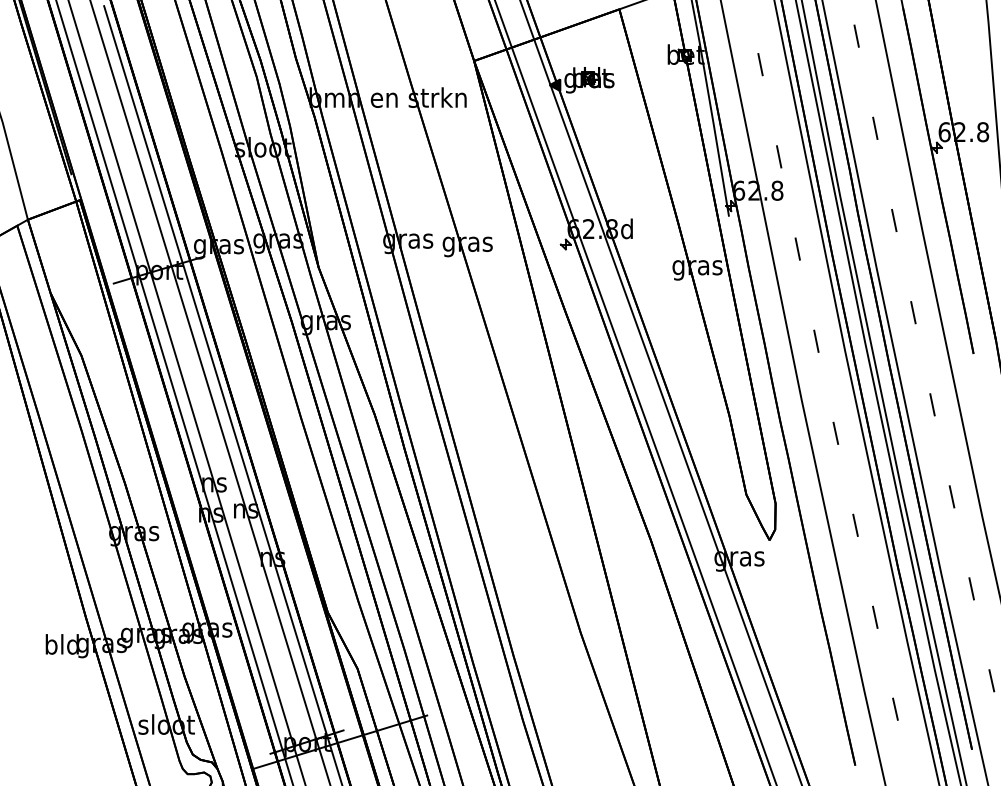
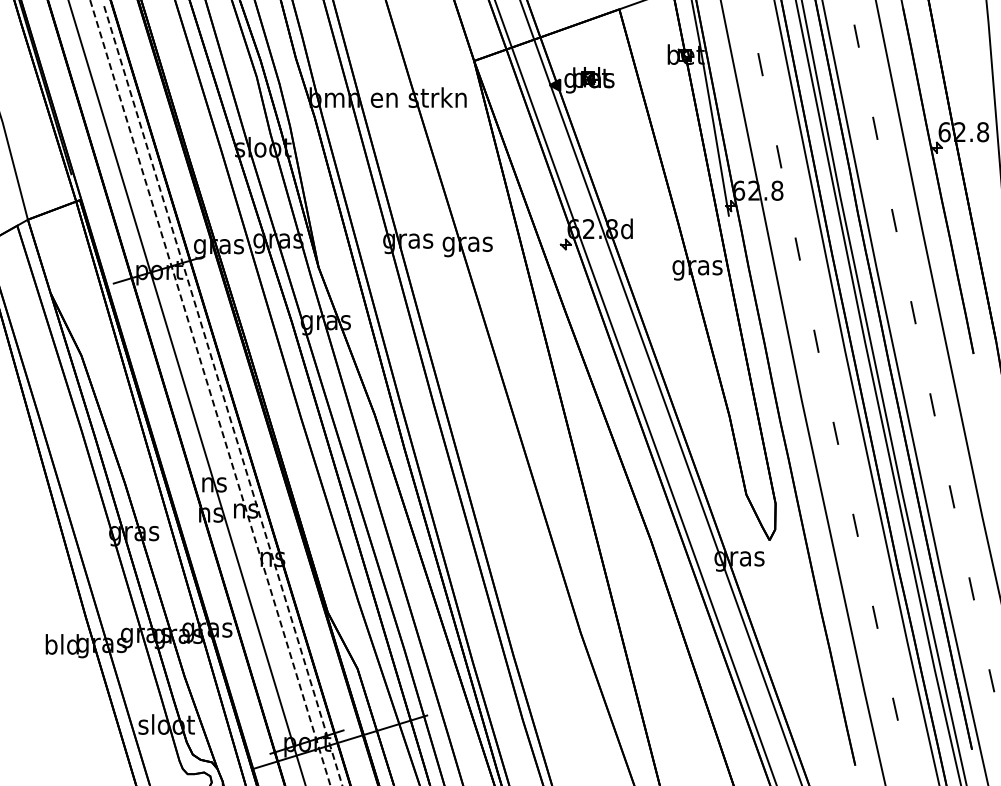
line at (174, 392): present -> none
line at (210, 392): solid -> dashed
line at (223, 396): solid -> dashed
